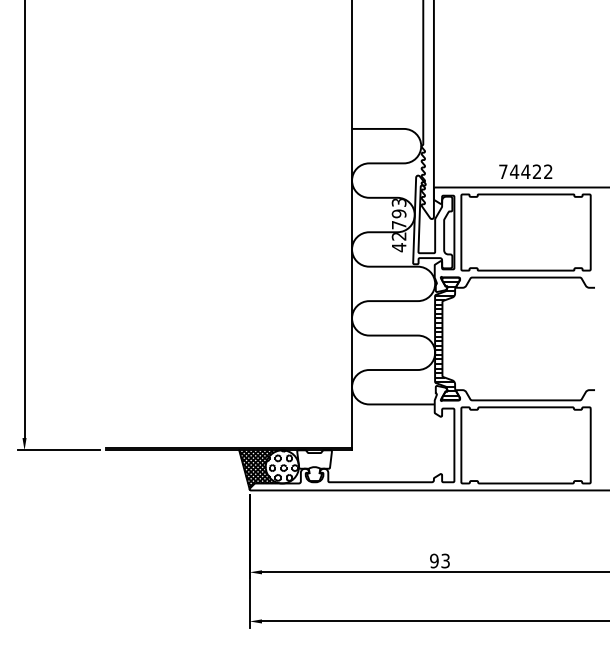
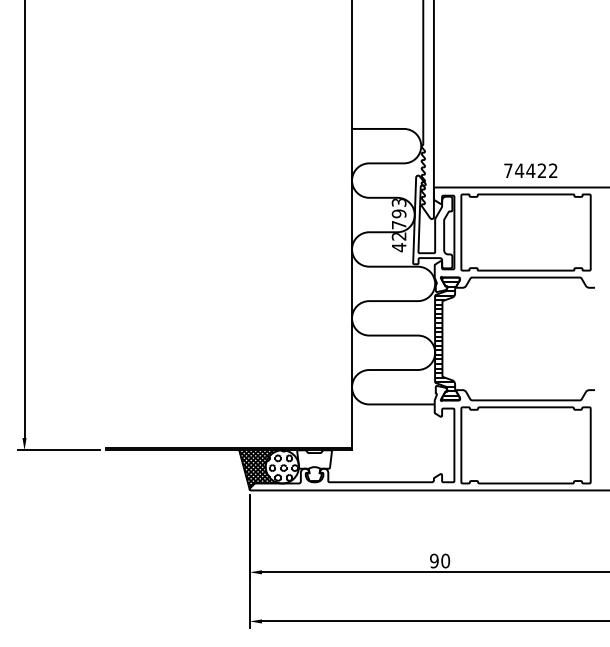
text at (525, 171) position: (525, 171) -> (530, 170)
text at (445, 560): 93 -> 90
